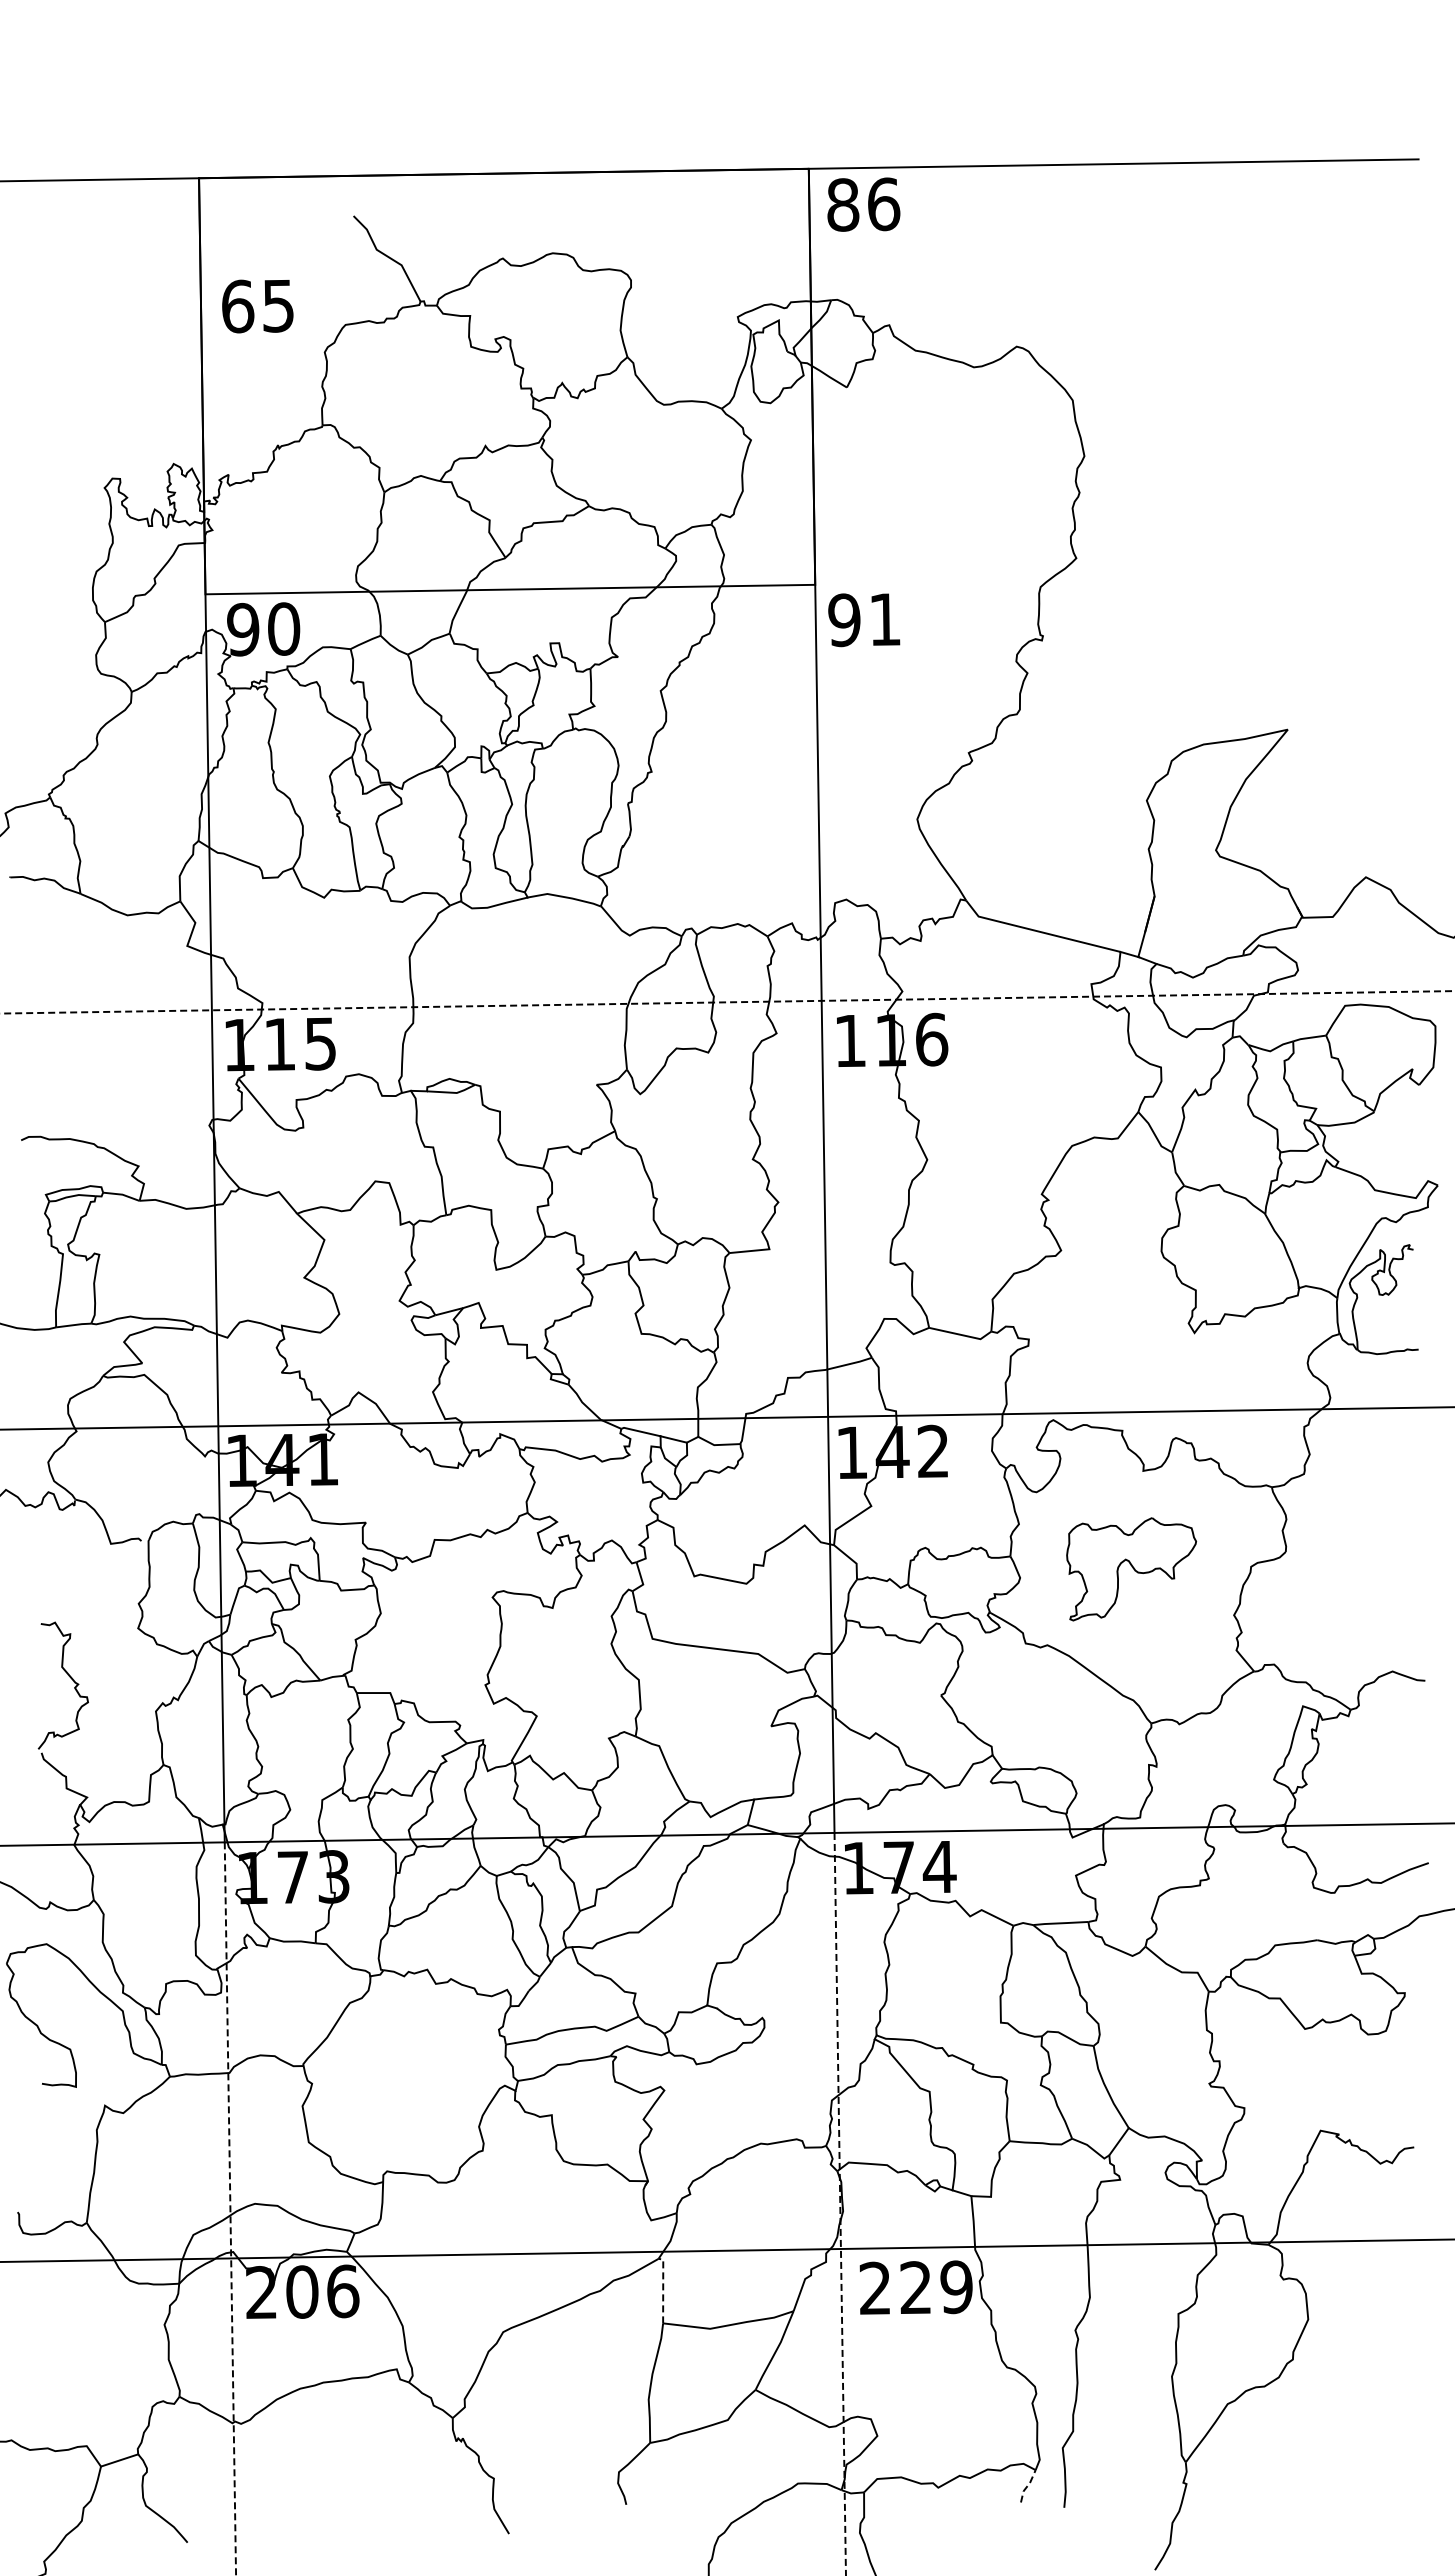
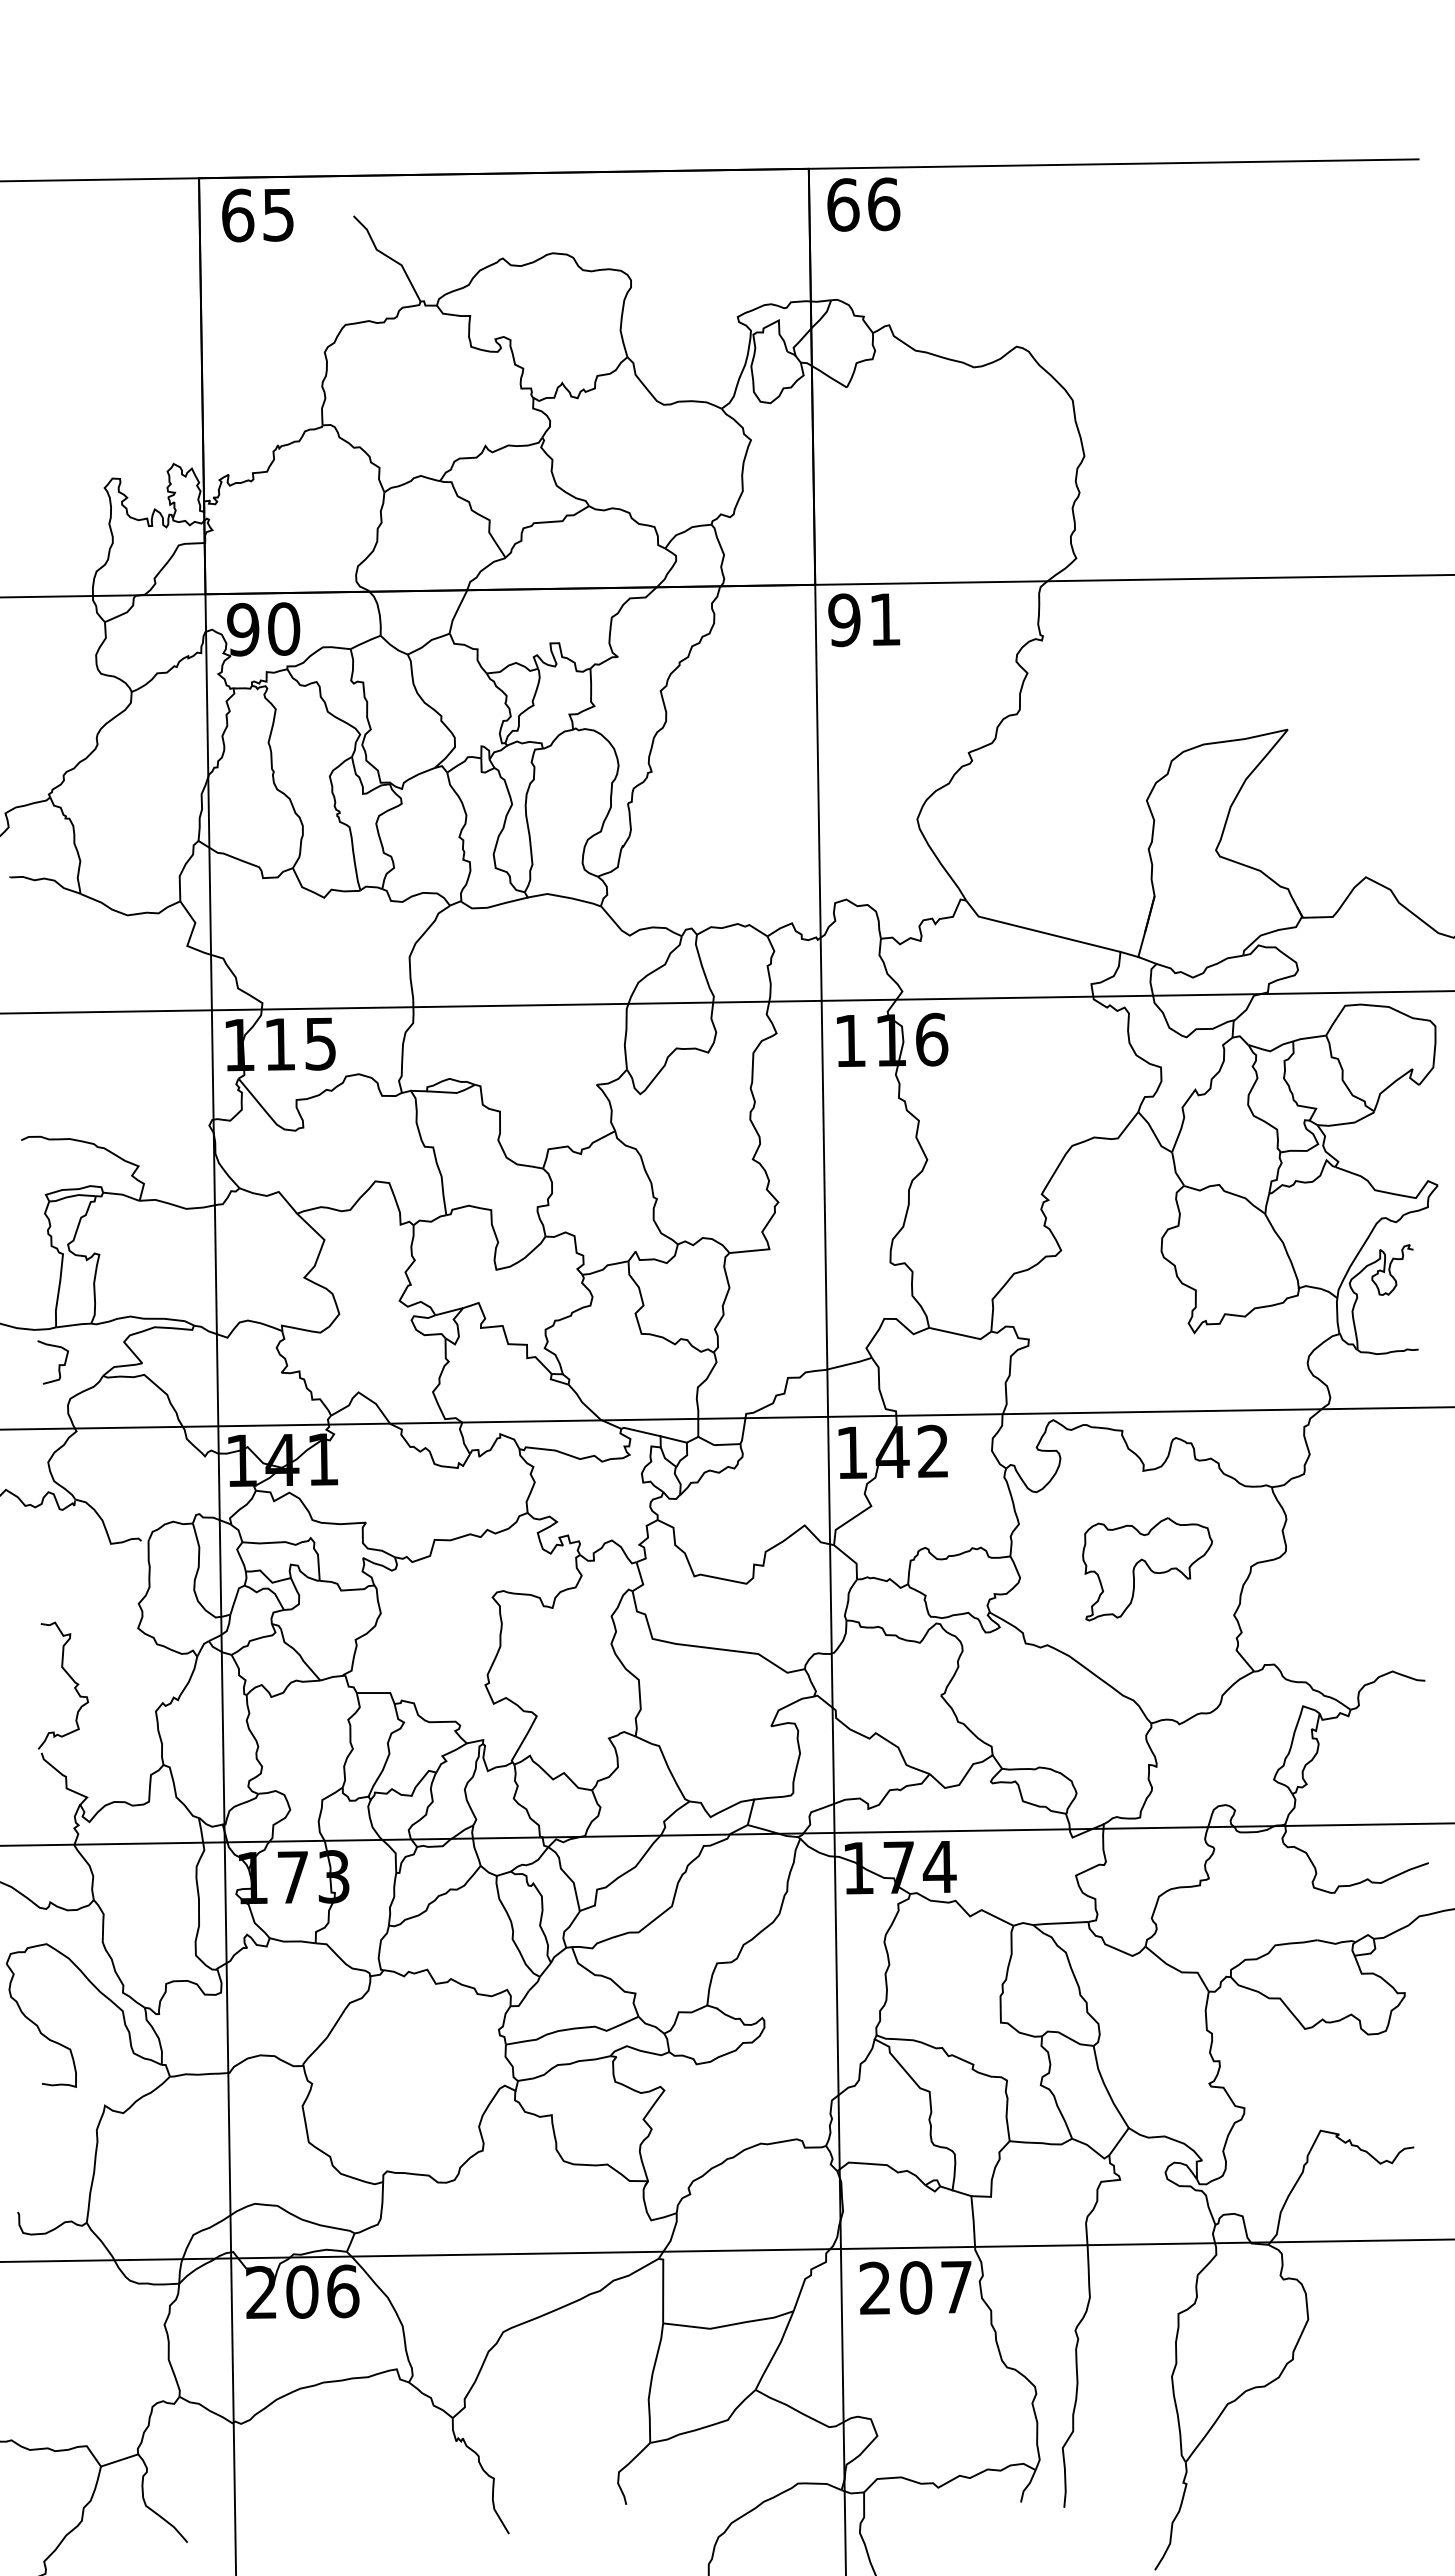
text at (843, 204): 86 -> 66
text at (257, 306) position: (257, 306) -> (257, 215)
line at (726, 586): none -> present
line at (727, 1002): dashed -> solid
curve at (58, 1364): none -> present
part at (1131, 1569) position: (1131, 1569) -> (1147, 1569)
line at (840, 2204): dashed -> solid
line at (230, 2209): dashed -> solid
text at (936, 2287): 229 -> 207
line at (663, 2288): dashed -> solid
line at (1027, 2485): dashed -> solid
